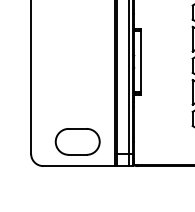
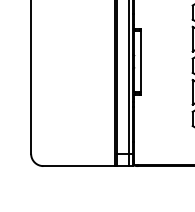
part at (77, 141): present -> none
